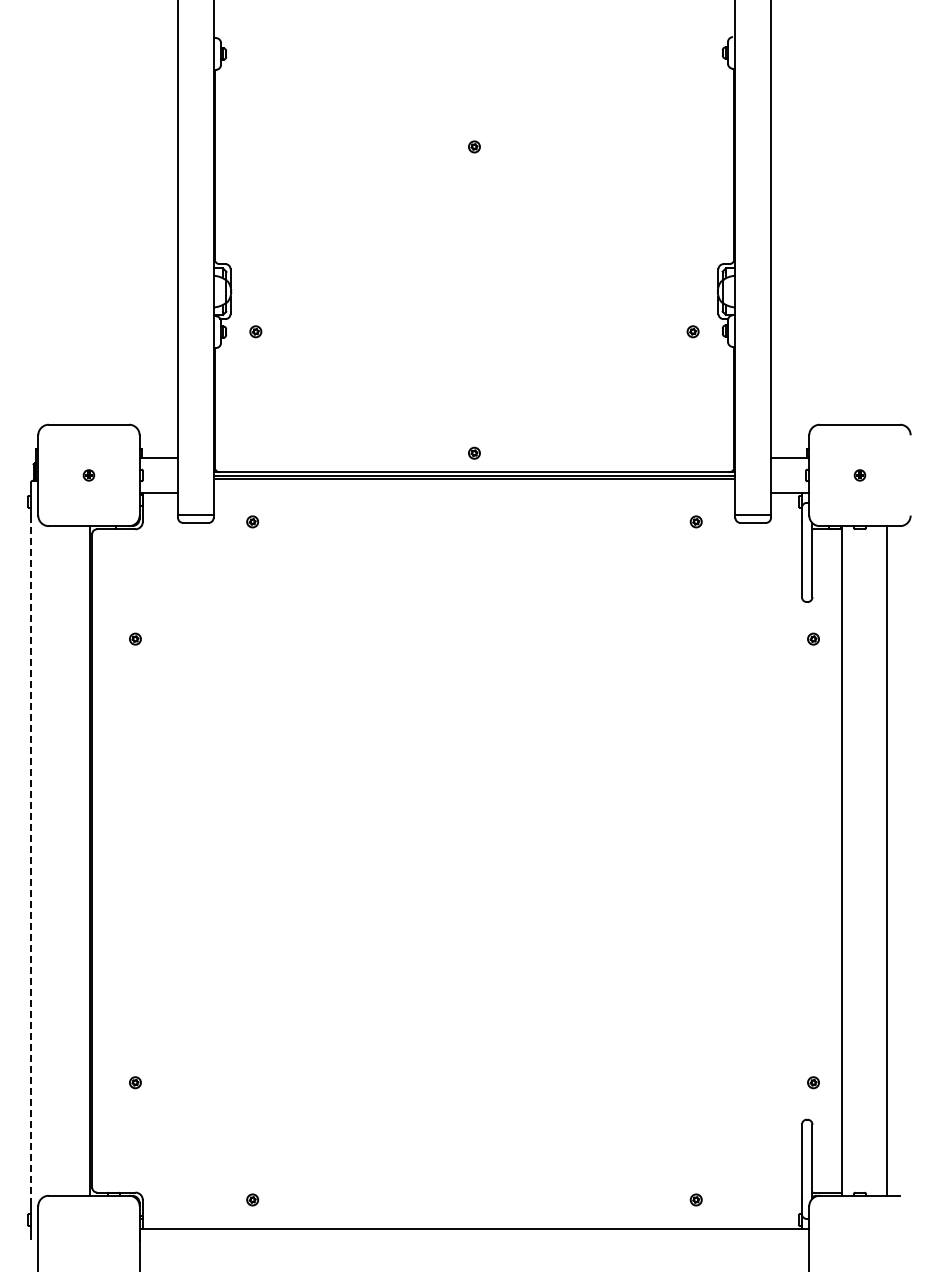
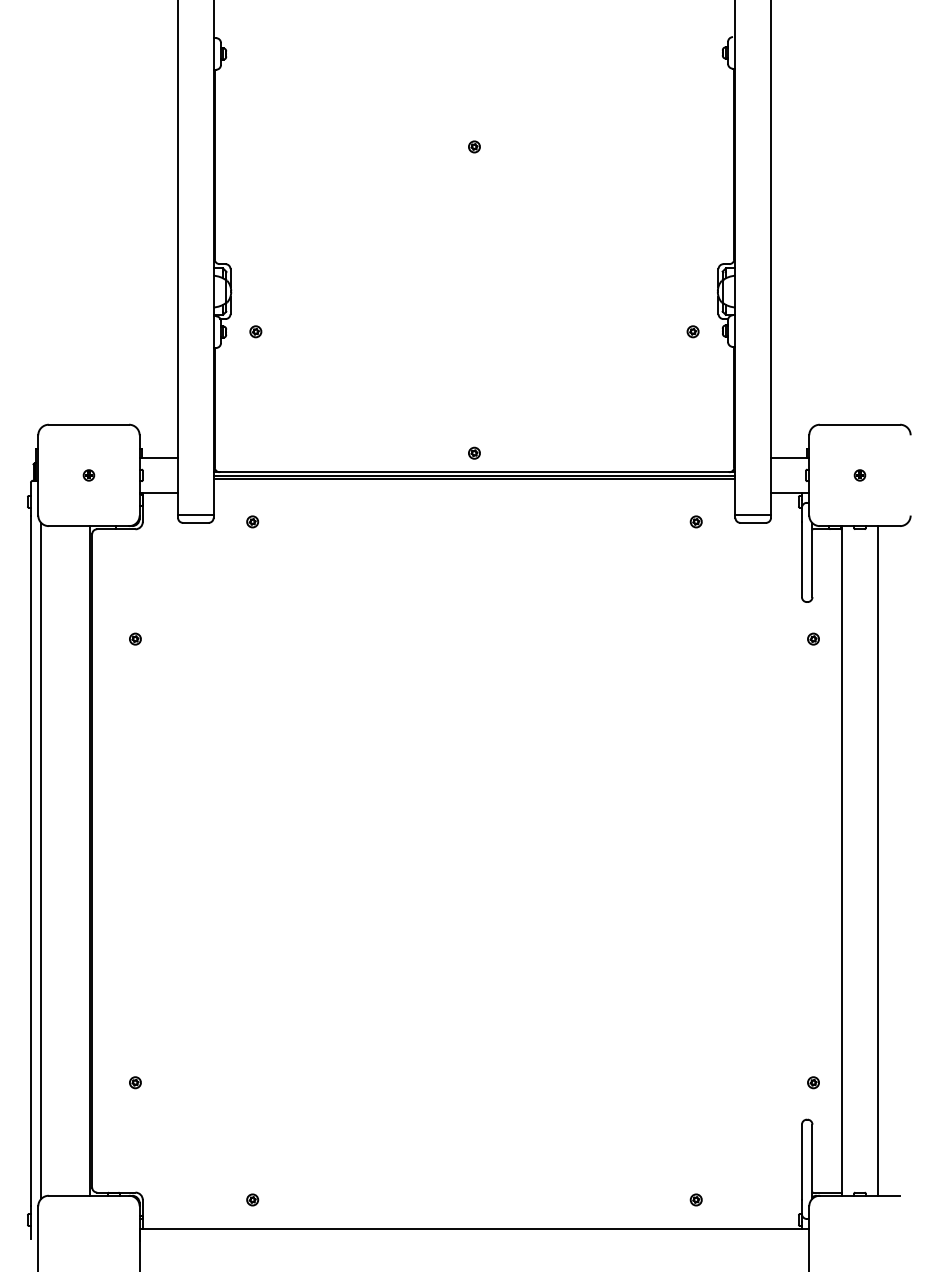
line at (41, 860): none -> present
line at (886, 860) position: (886, 860) -> (877, 860)
line at (30, 861): dashed -> solid
